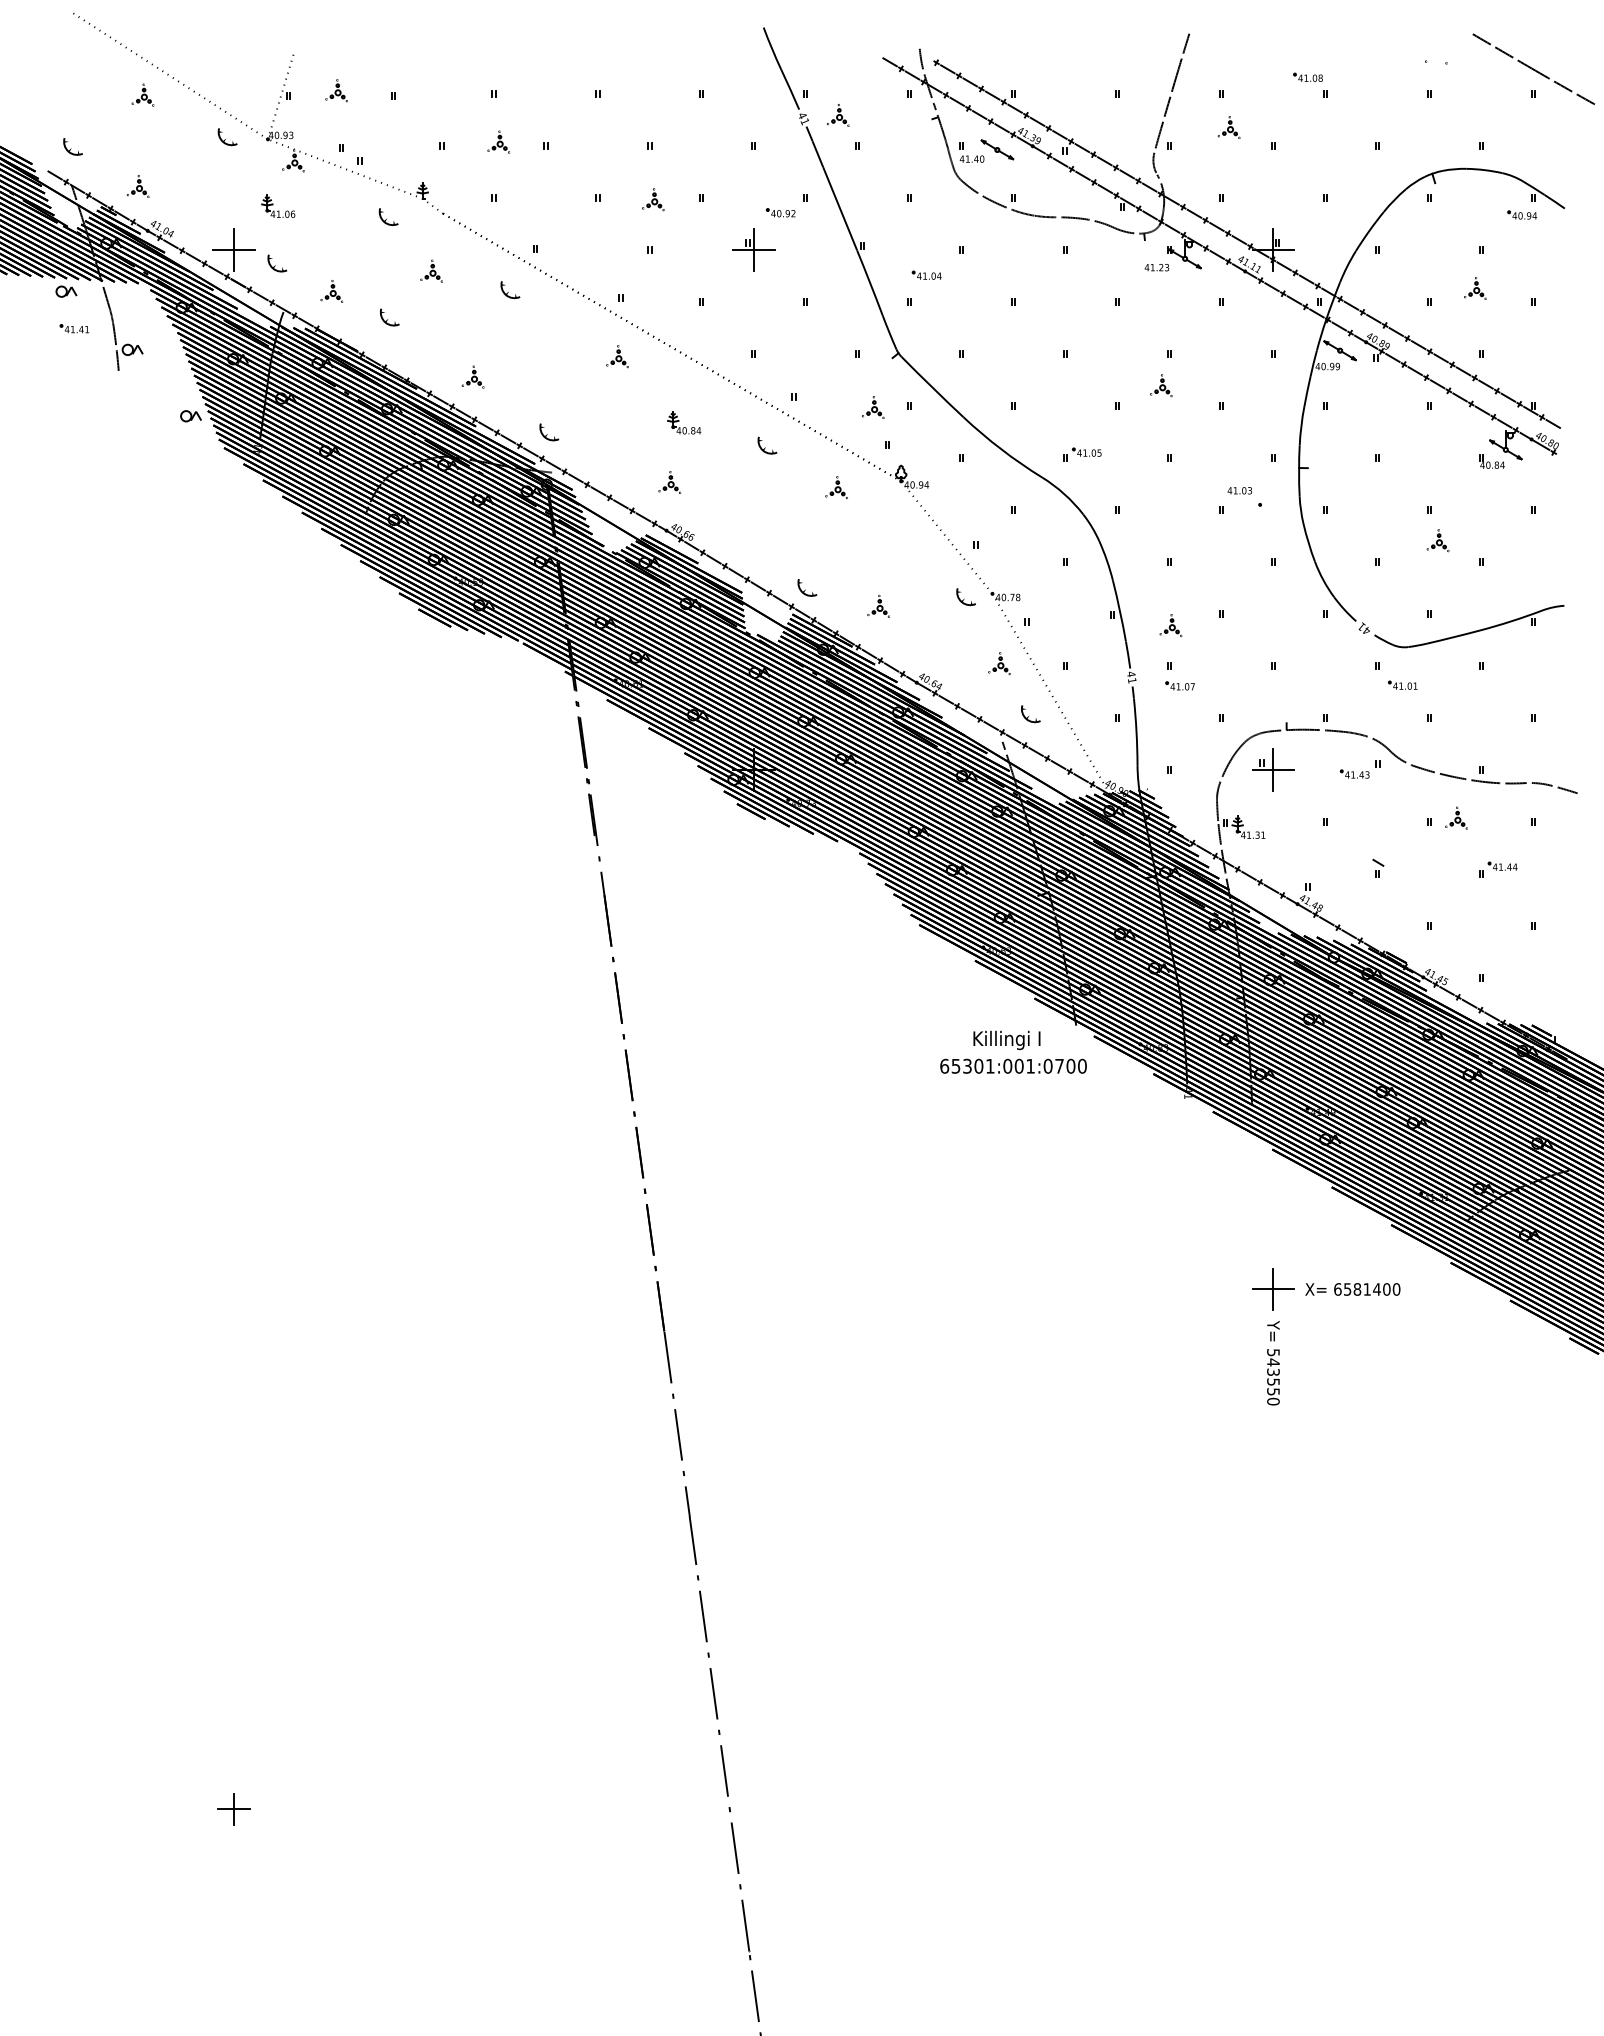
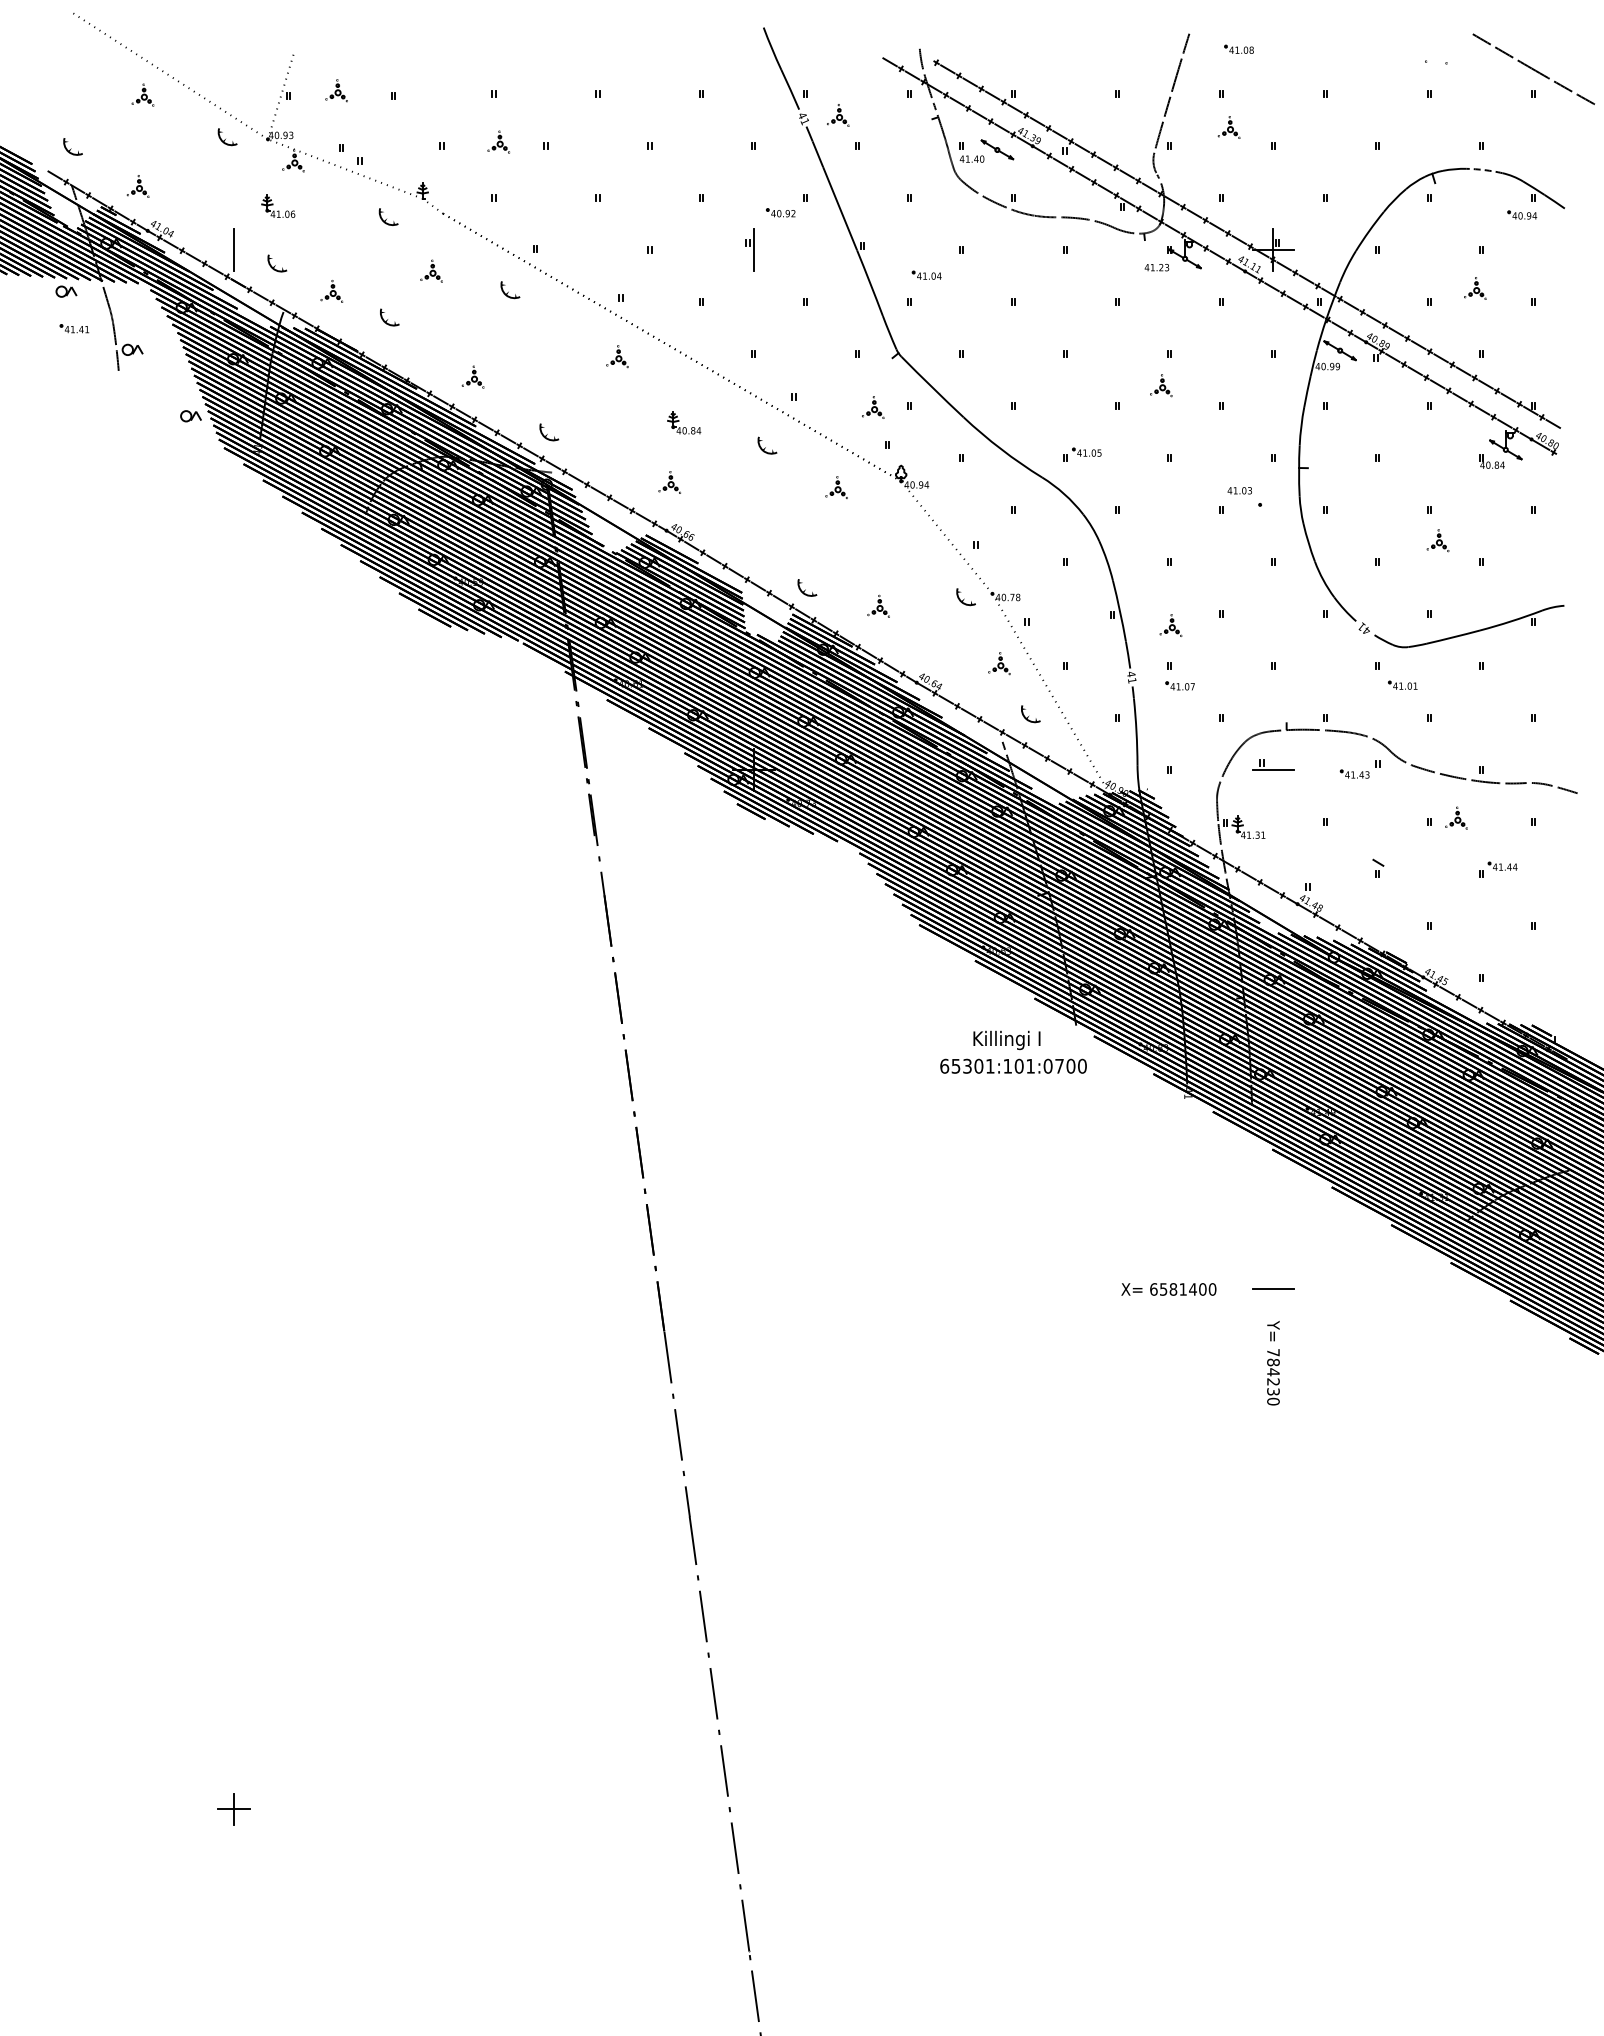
part at (1307, 76) position: (1307, 76) -> (1238, 48)
arc at (1484, 170): solid -> dashed
part at (653, 199): present -> none
line at (233, 249): present -> none
line at (753, 249): present -> none
line at (1273, 769): present -> none
text at (1007, 1065): 65301:001:0700 -> 65301:101:0700
line at (1273, 1289): present -> none
text at (1352, 1289) position: (1352, 1289) -> (1168, 1289)
text at (1273, 1372): 543550 -> 784230
